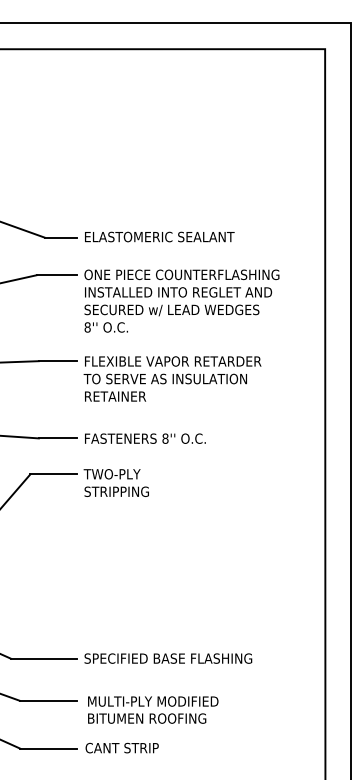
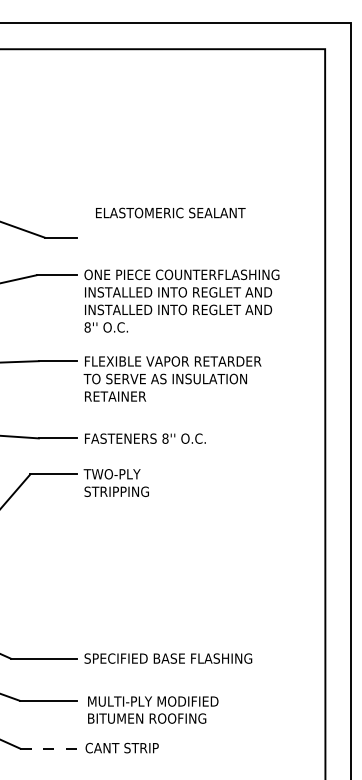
text at (159, 236) position: (159, 236) -> (170, 212)
text at (178, 310): SECURED w/ LEAD WEDGES -> INSTALLED INTO REGLET AND
line at (48, 748): solid -> dashed
